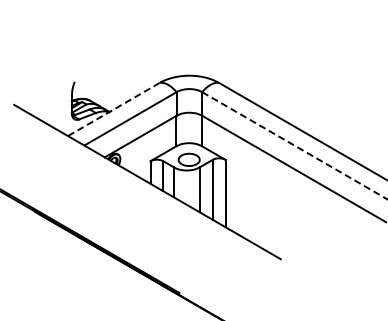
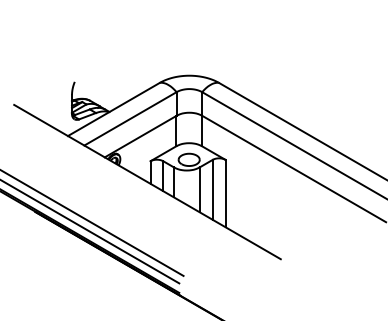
line at (113, 109): dashed -> solid
line at (295, 146): dashed -> solid
line at (92, 223): none -> present
line at (90, 232): none -> present
